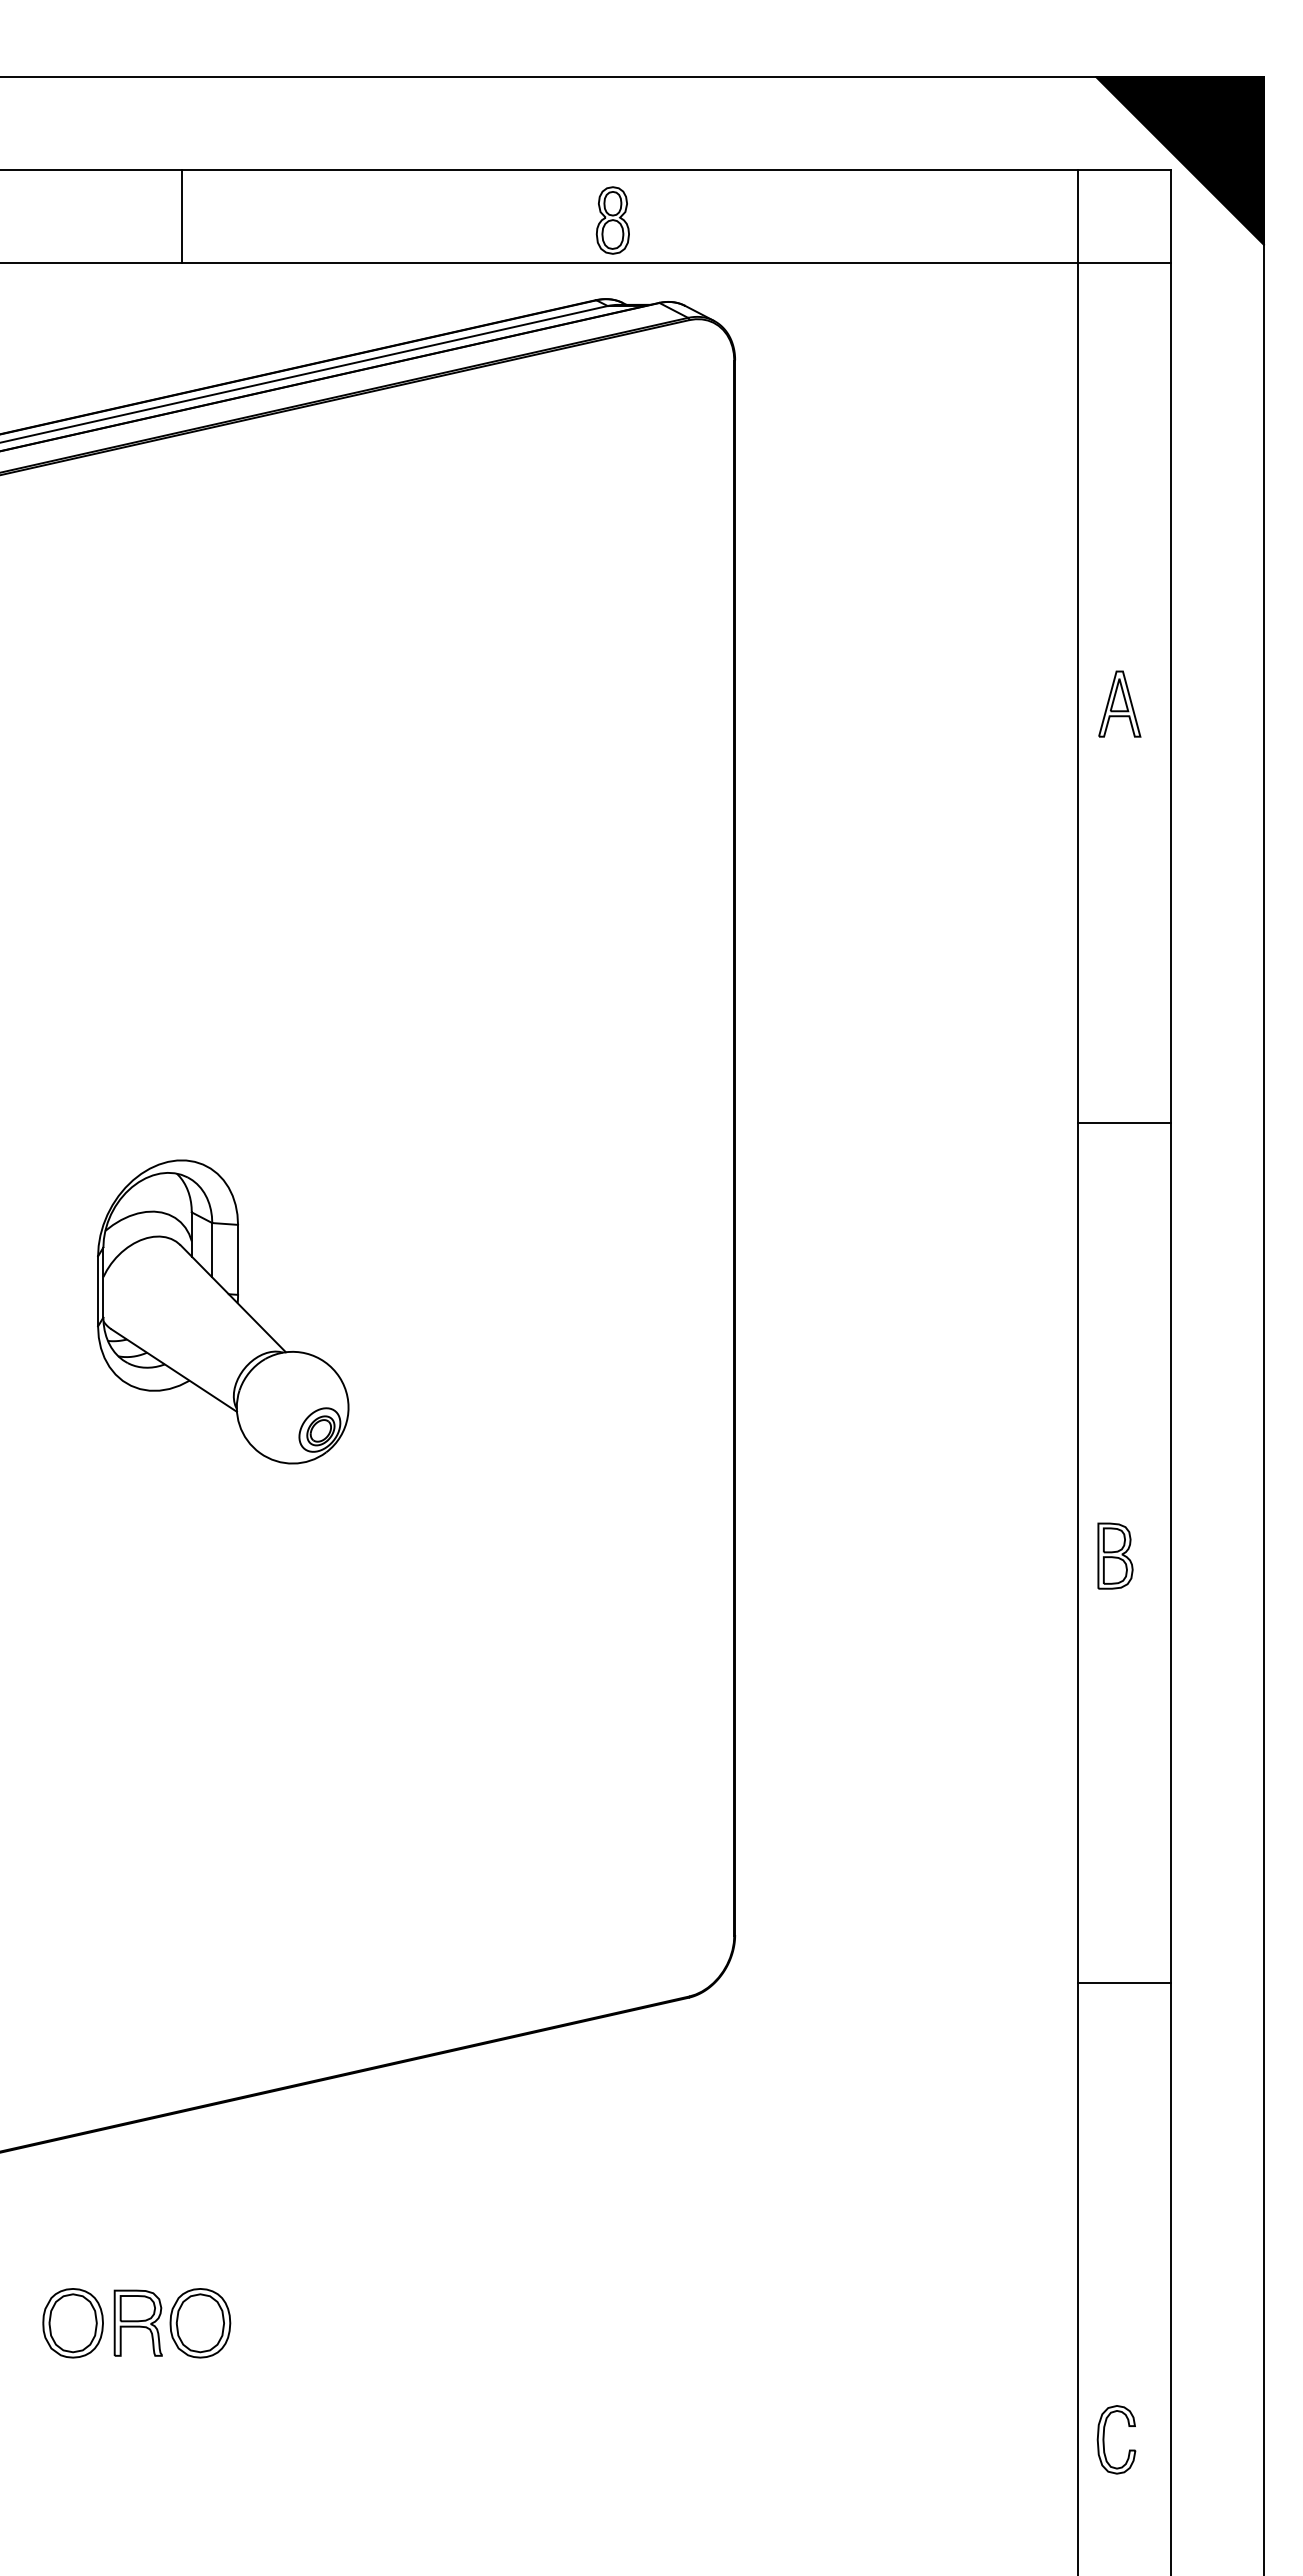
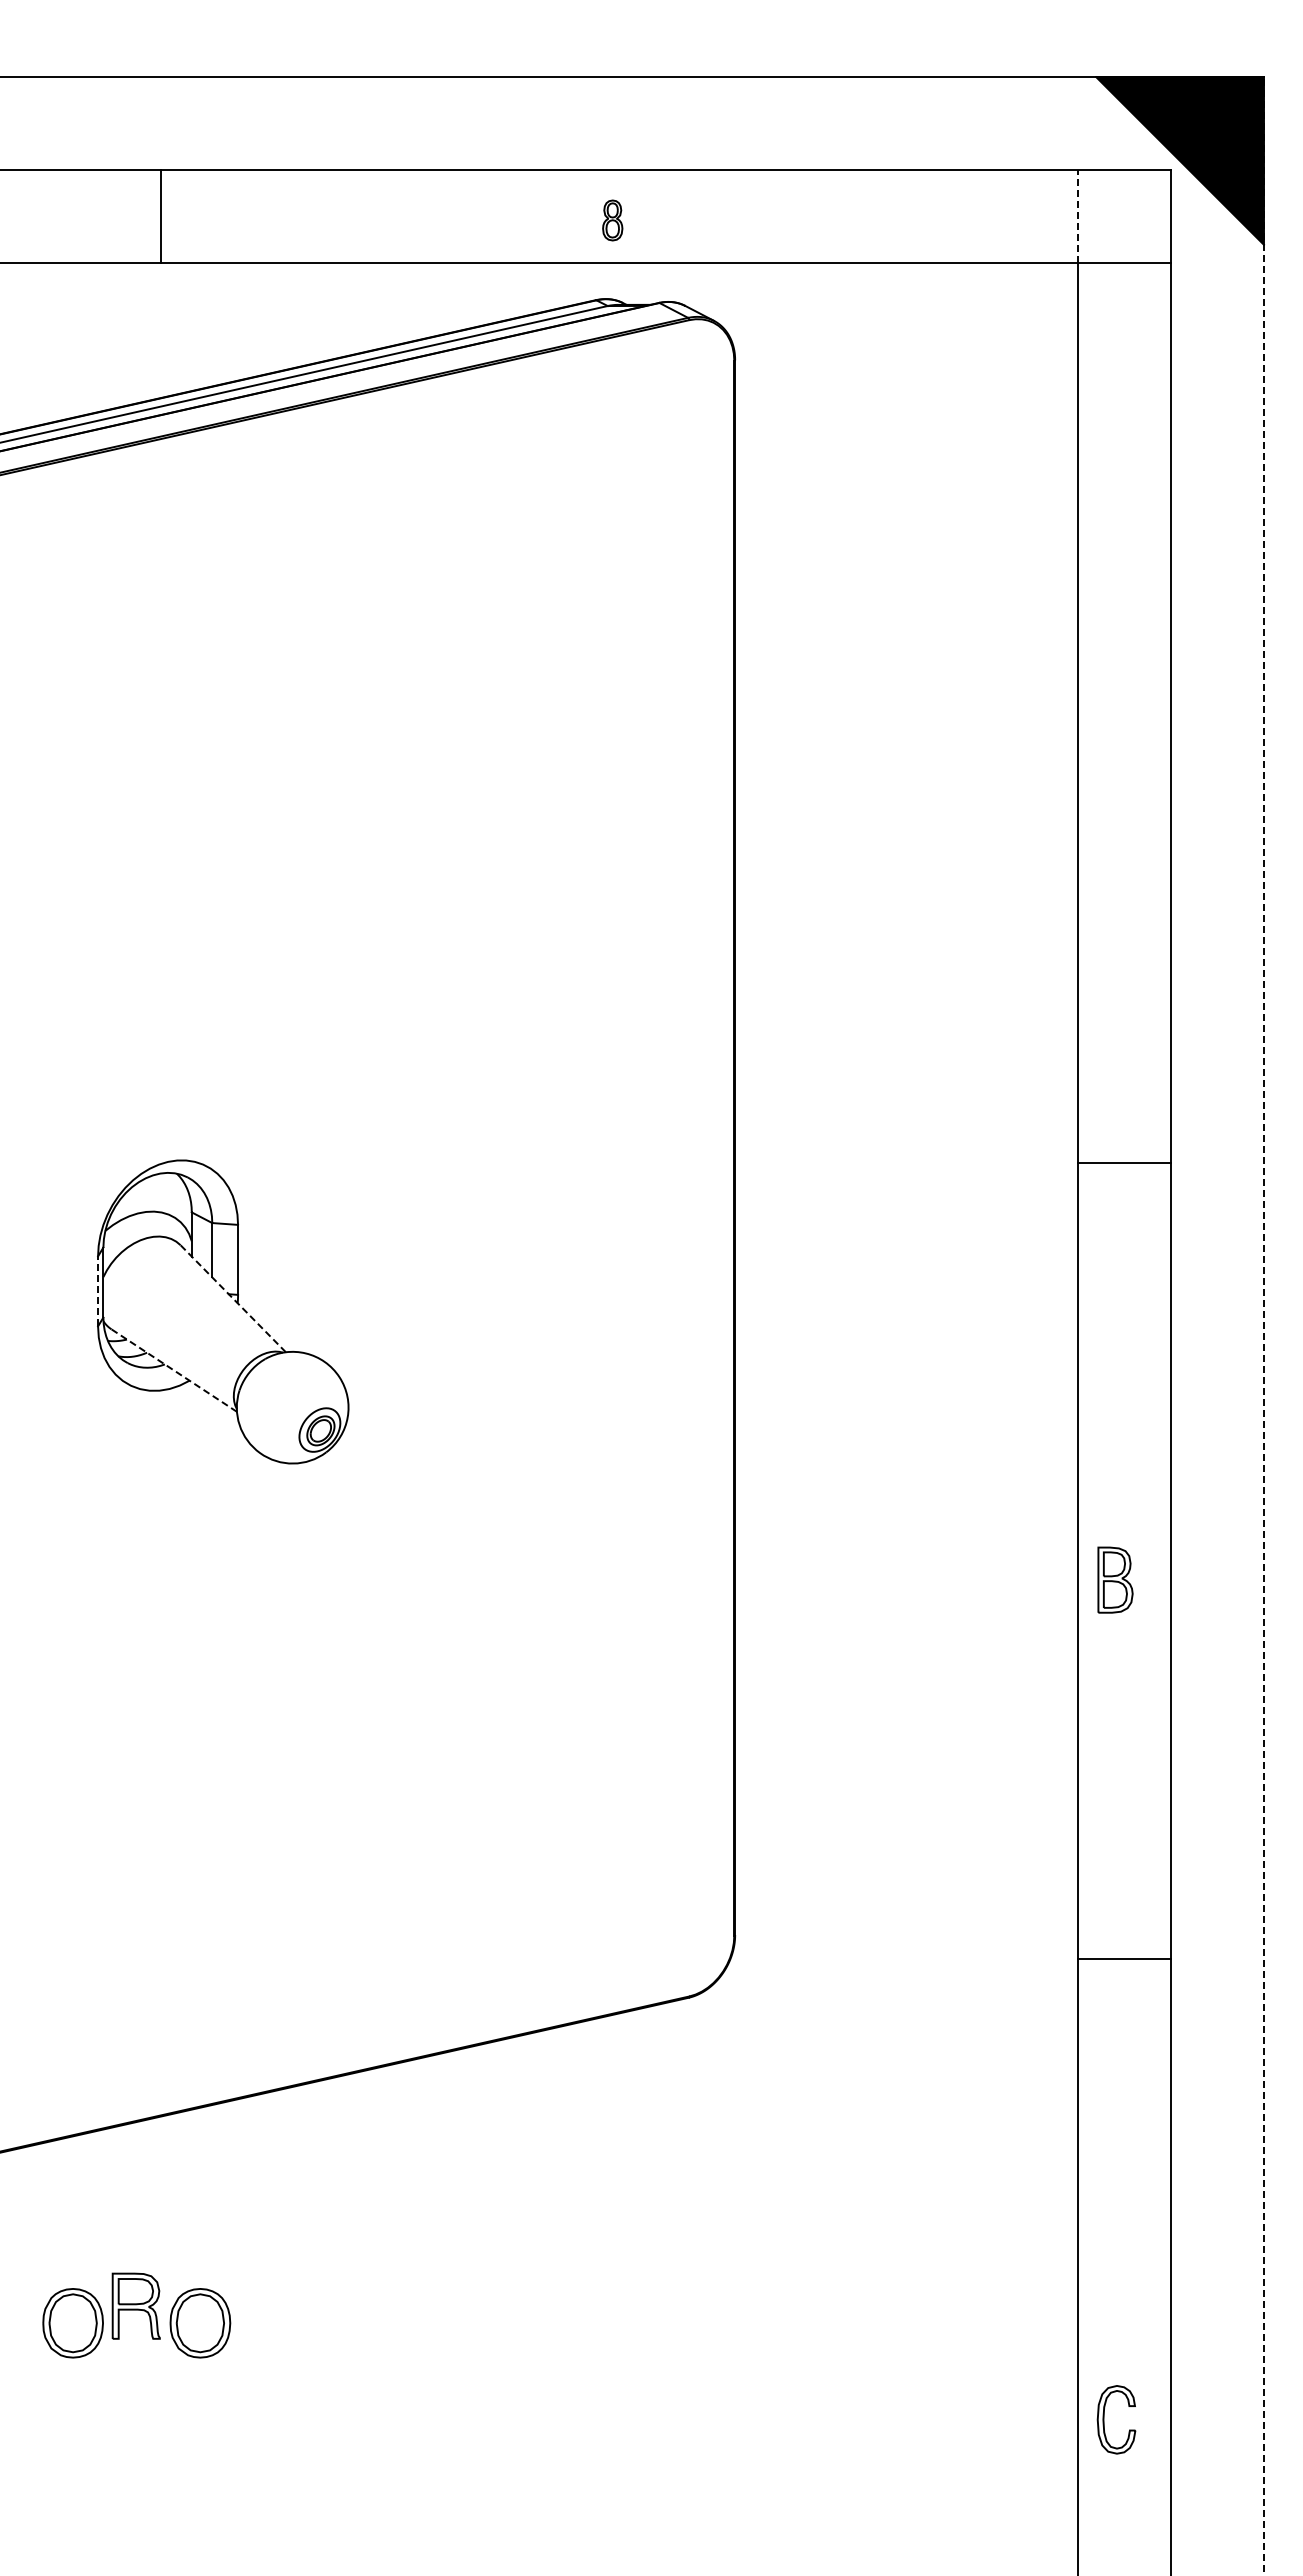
line at (181, 216) position: (181, 216) -> (160, 216)
line at (1077, 216): solid -> dashed
part at (612, 220) size: 35x69 px -> 22x43 px
part at (1119, 703): present -> none
line at (1123, 1123) position: (1123, 1123) -> (1123, 1163)
line at (98, 1291): solid -> dashed
line at (232, 1298): solid -> dashed
line at (1263, 1326): solid -> dashed
line at (173, 1370): solid -> dashed
part at (1115, 1555) position: (1115, 1555) -> (1115, 1579)
line at (1123, 1982) position: (1123, 1982) -> (1123, 1958)
part at (137, 2322) position: (137, 2322) -> (135, 2305)
part at (1104, 2439) position: (1104, 2439) -> (1104, 2419)
